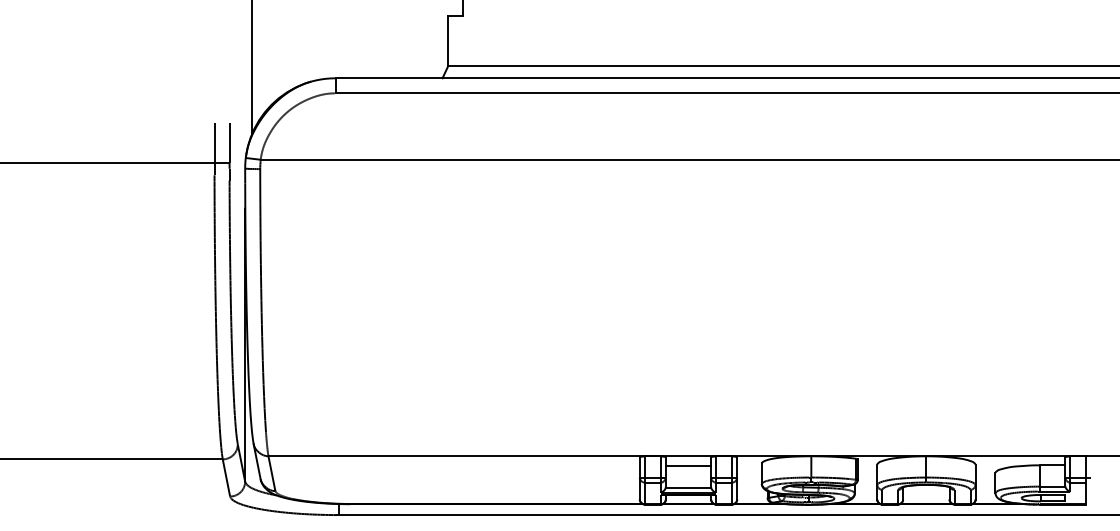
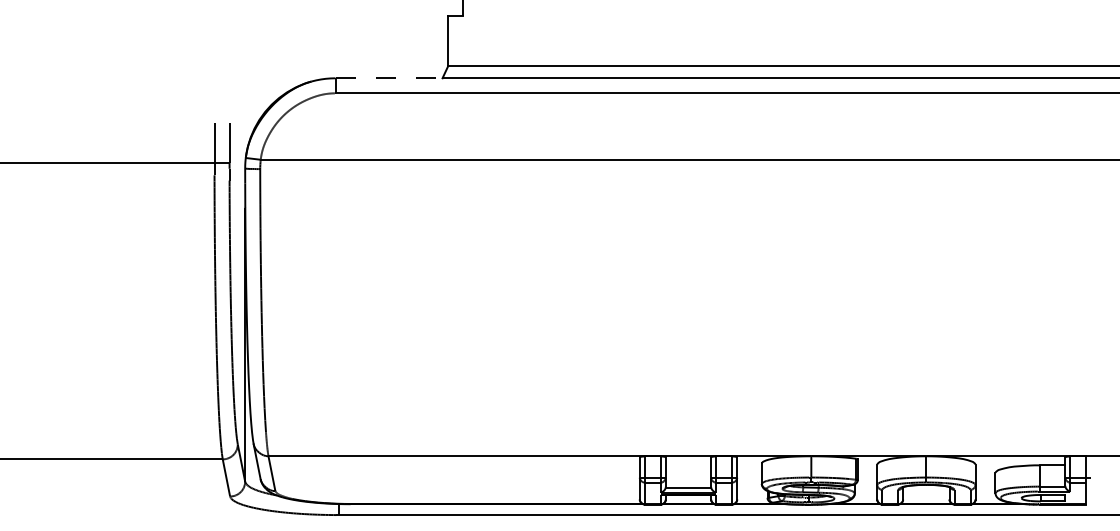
line at (252, 68): present -> none
line at (389, 78): solid -> dashed
line at (688, 466): present -> none
